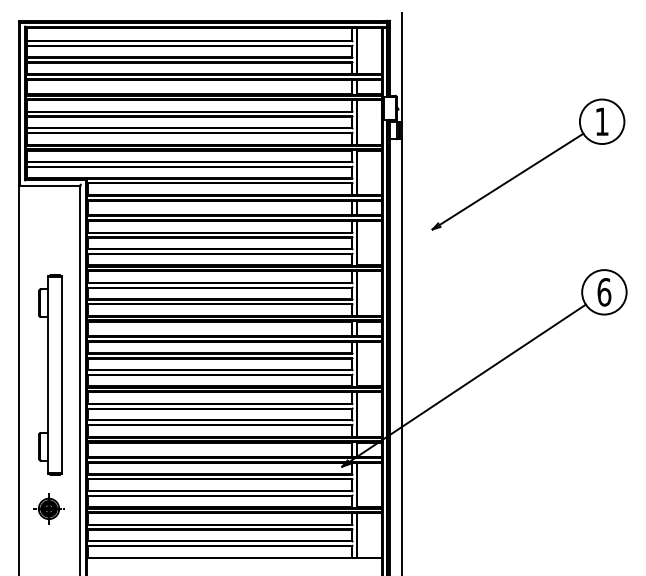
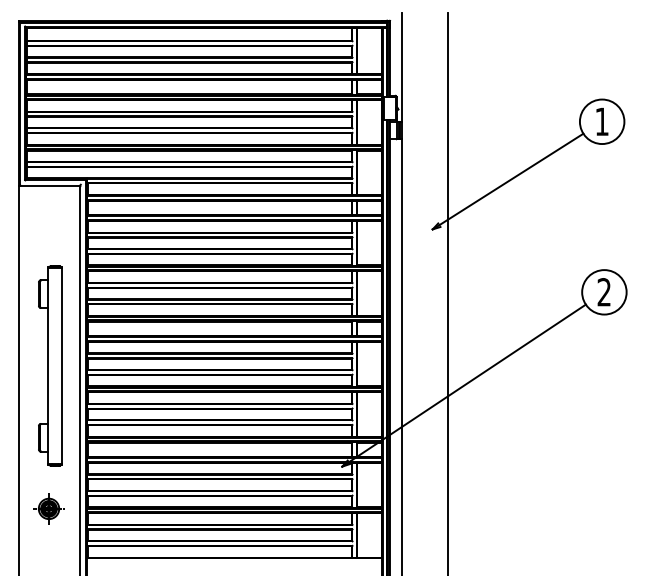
line at (447, 292): none -> present
text at (604, 292): 6 -> 2
part at (50, 374) position: (50, 374) -> (50, 365)
